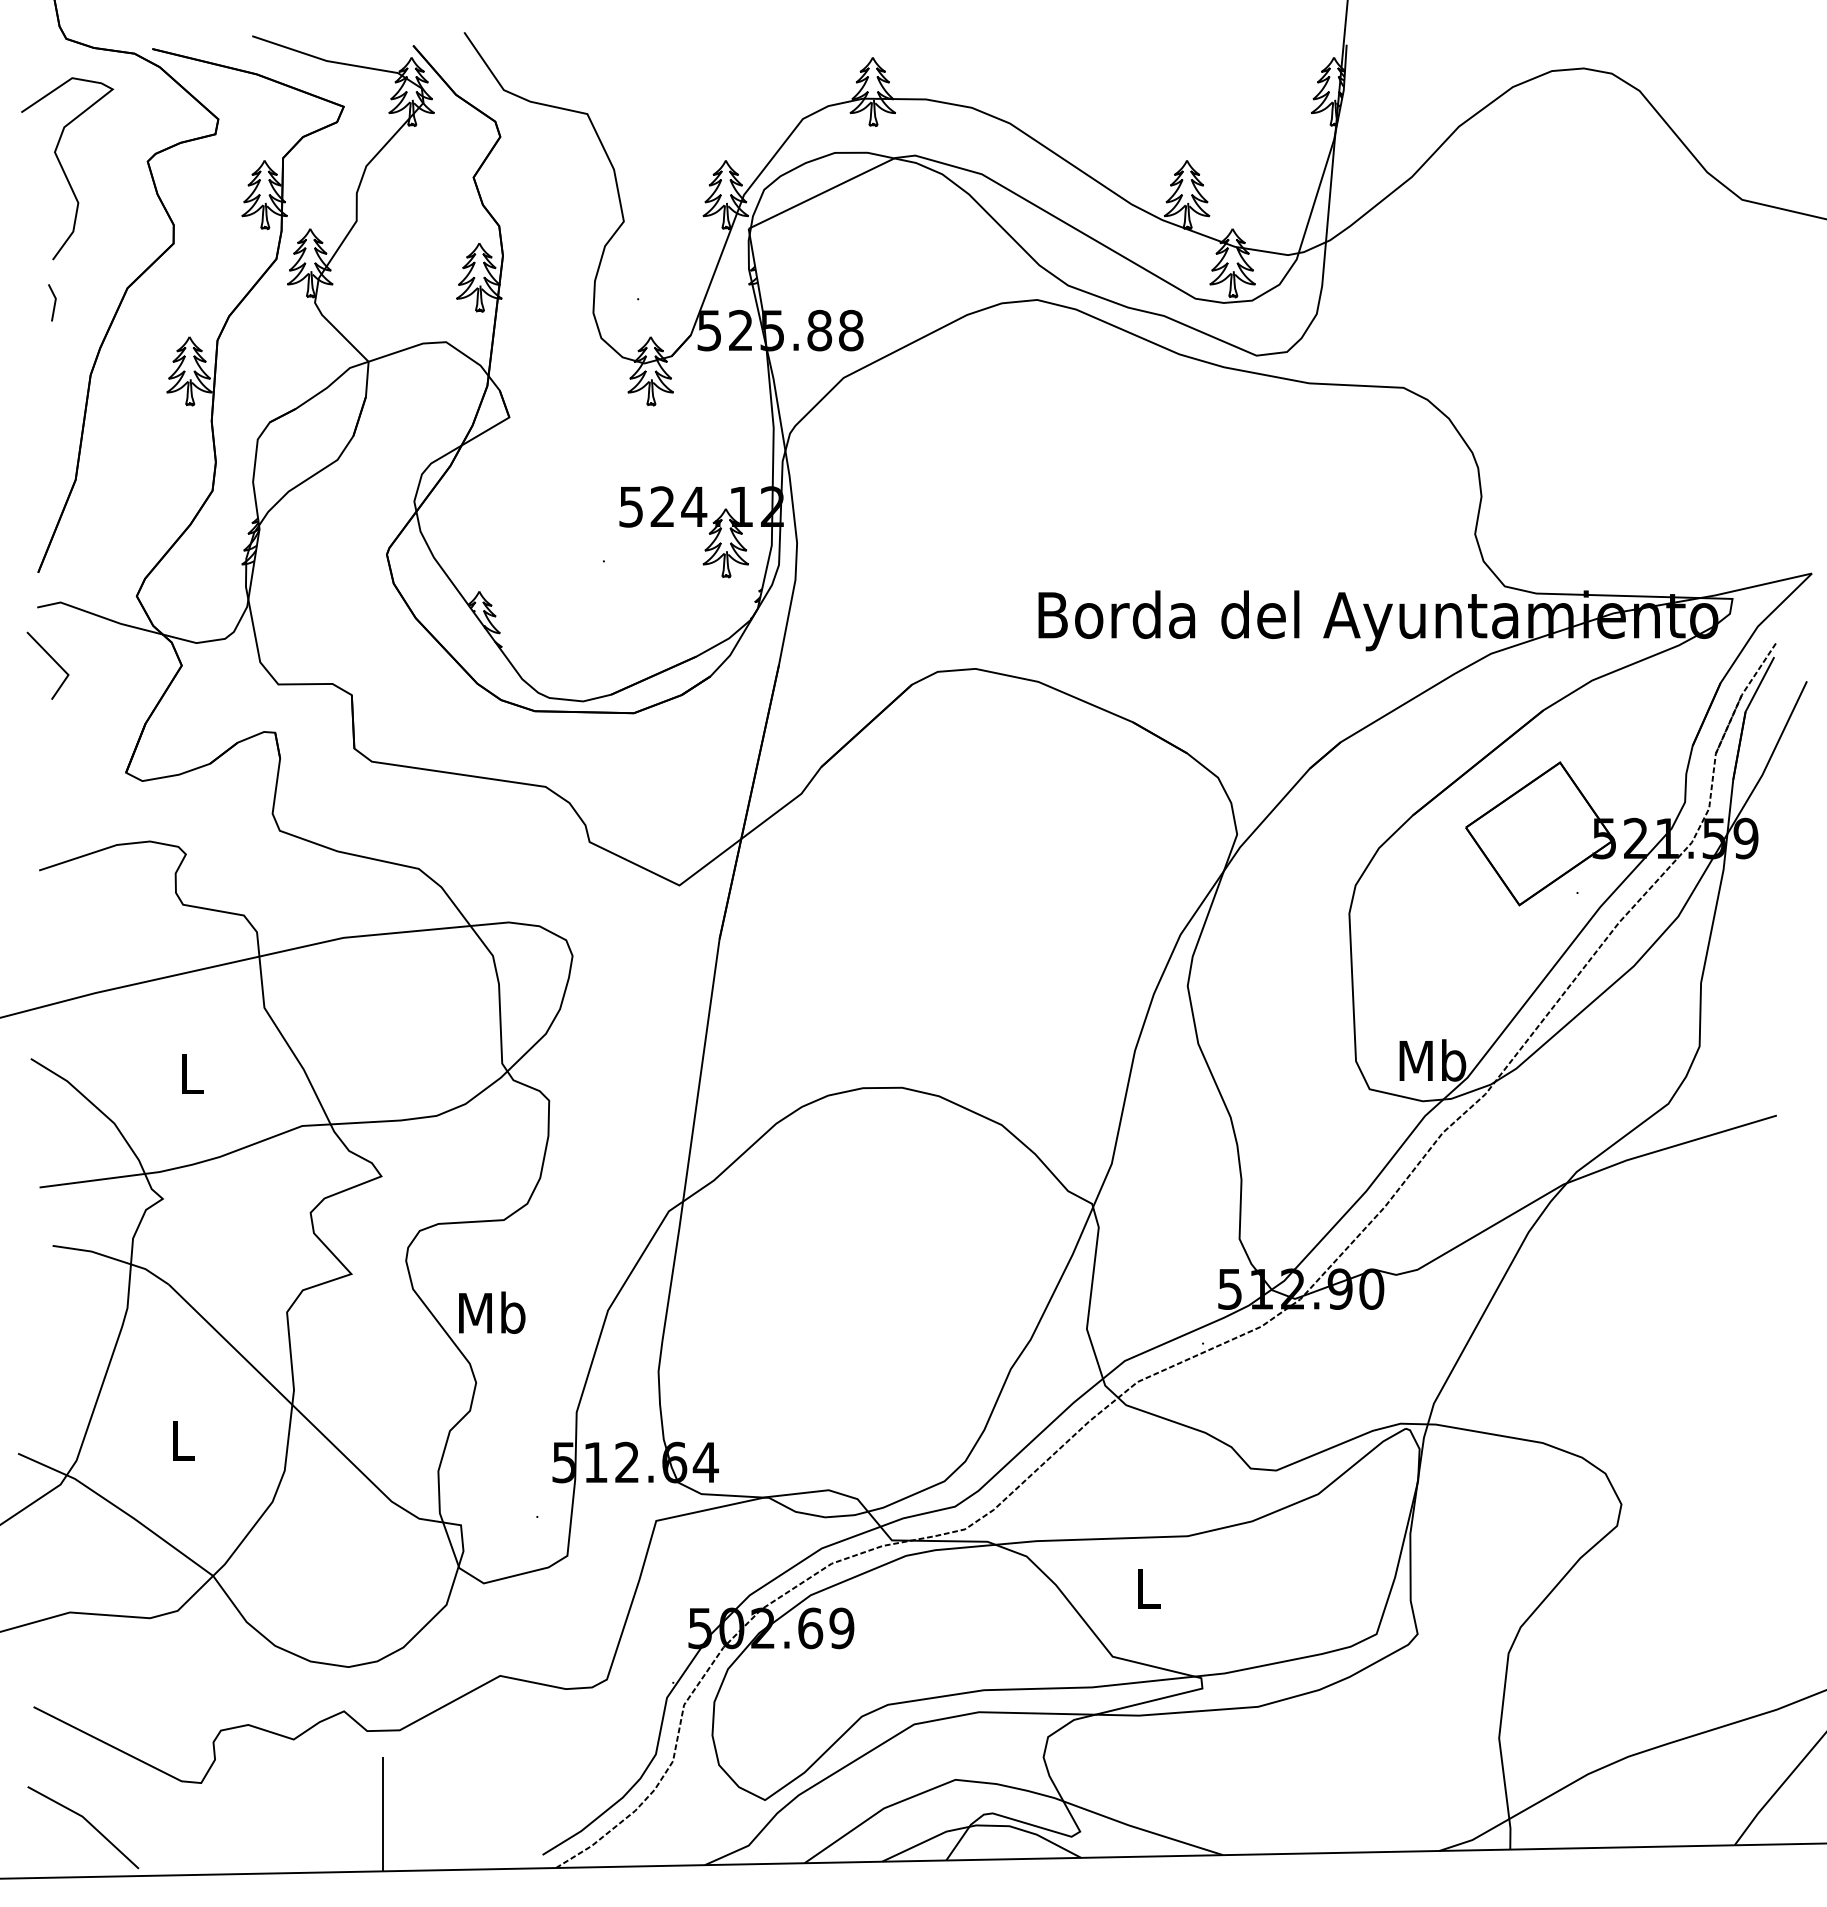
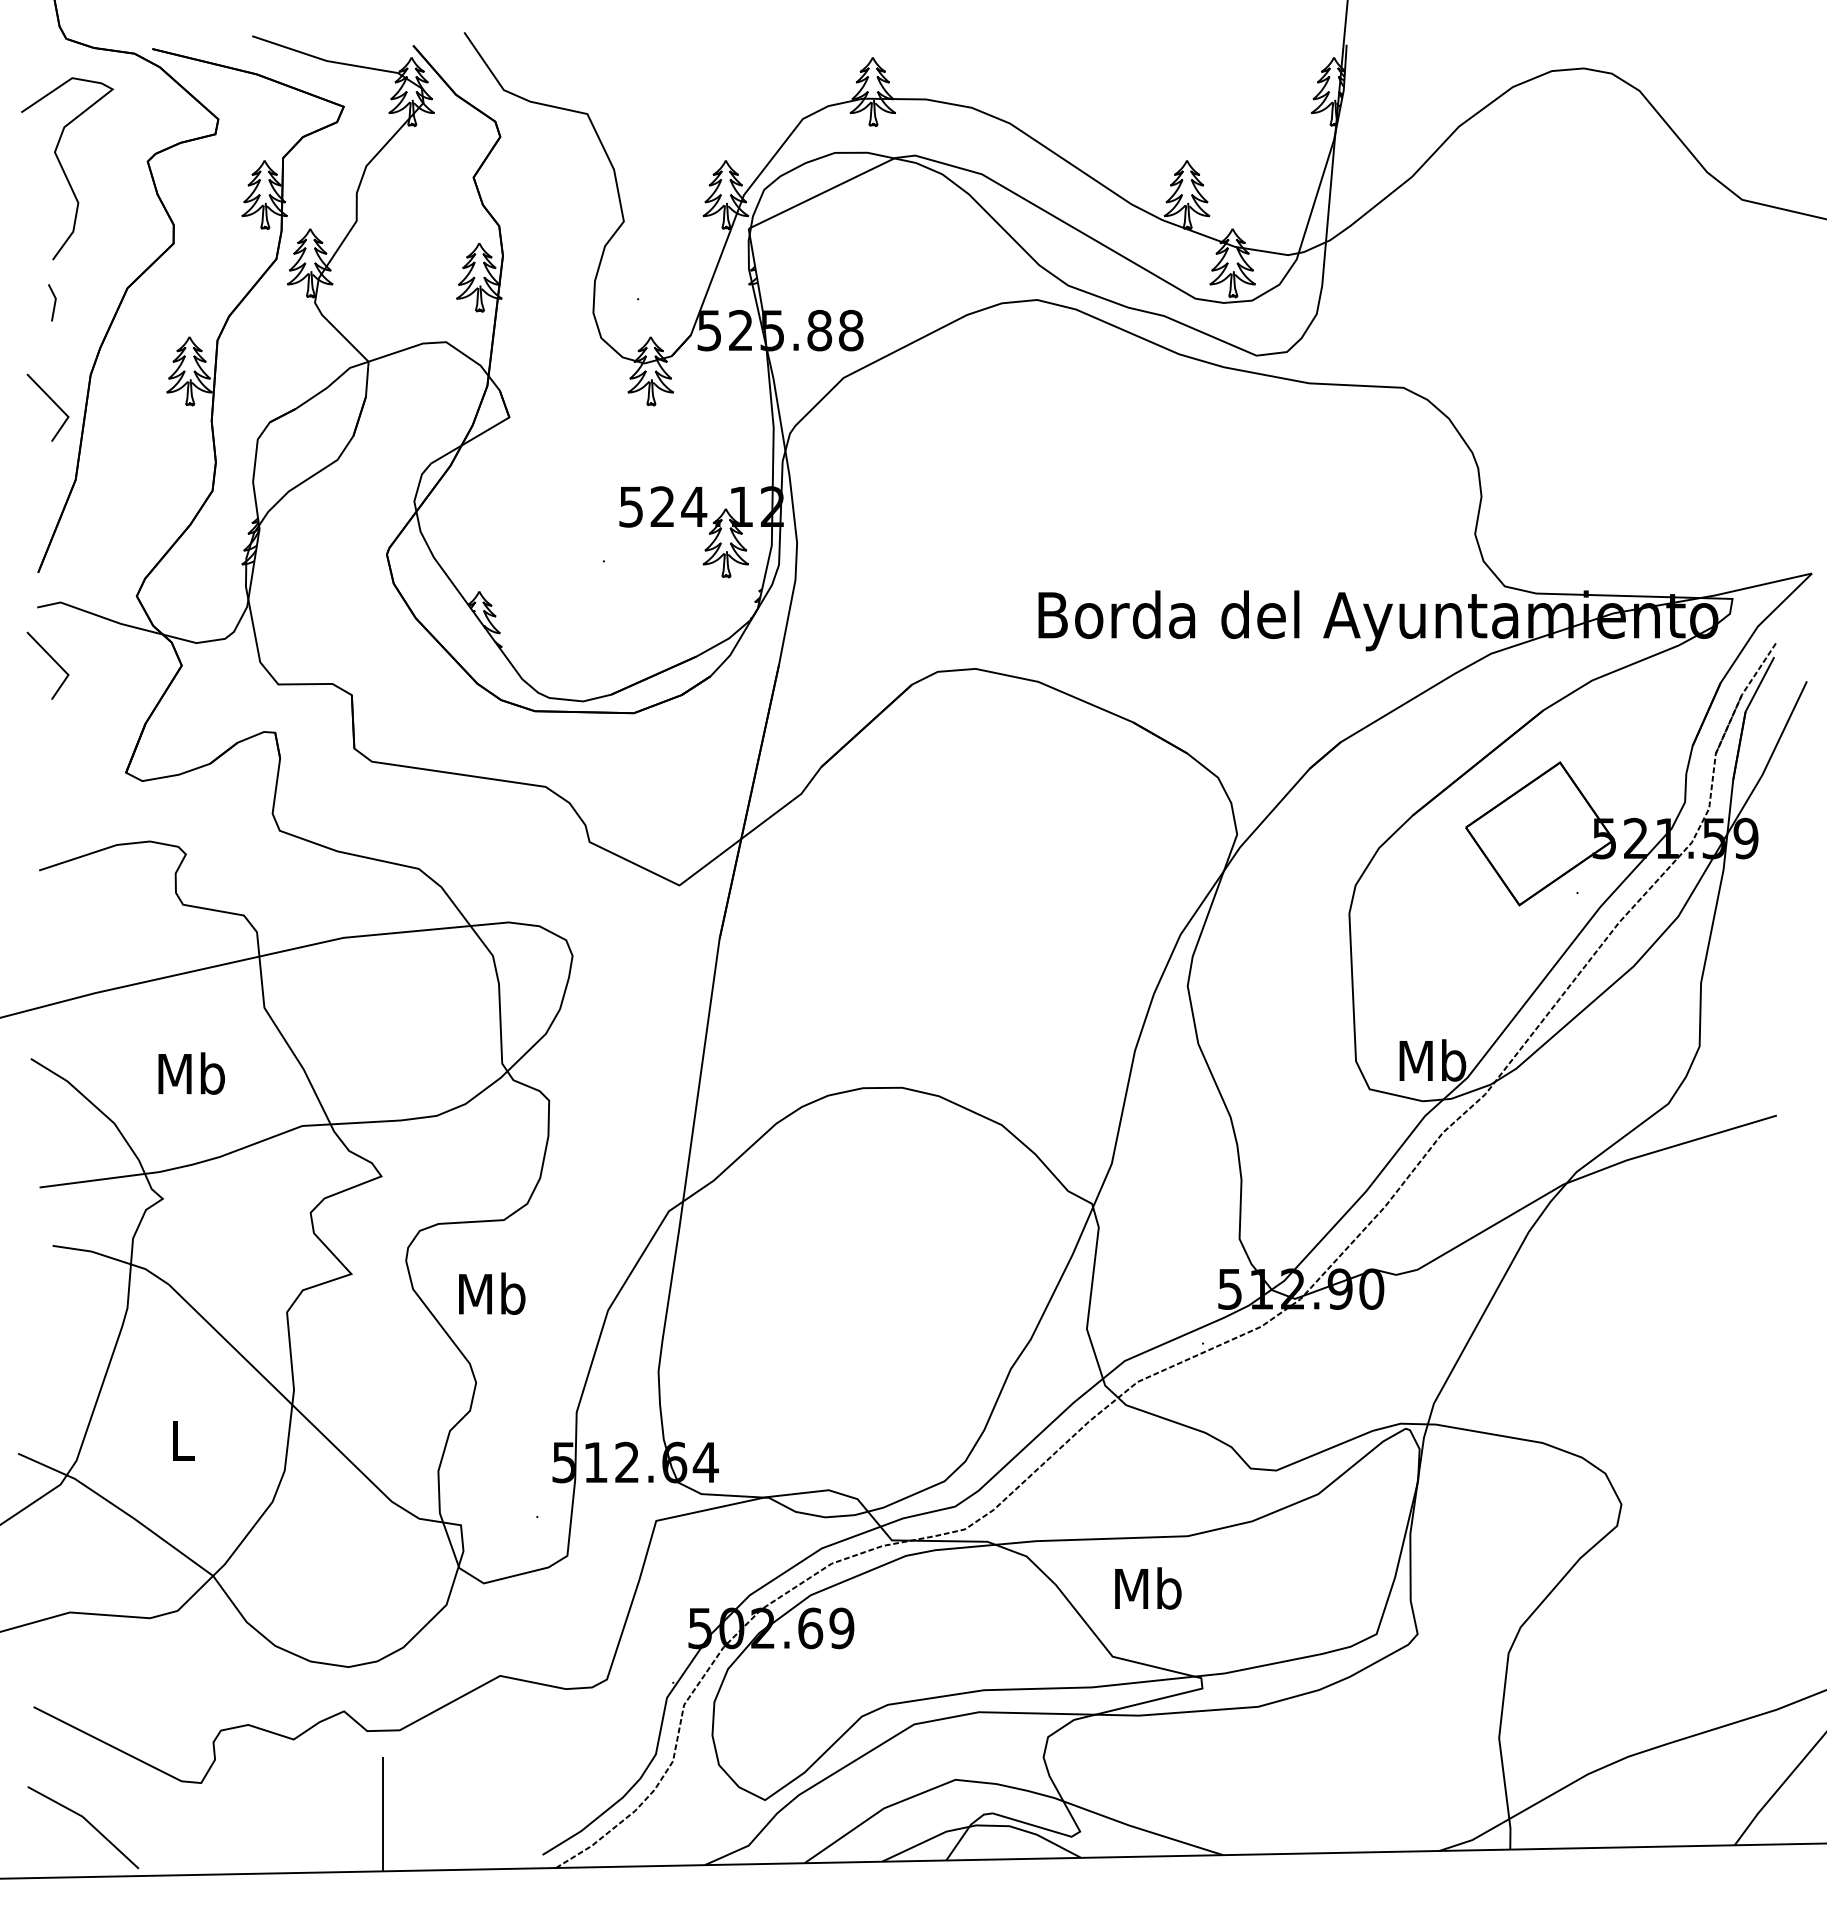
line at (52, 401): none -> present
text at (191, 1073): L -> Mb
text at (492, 1312) position: (492, 1312) -> (492, 1293)
text at (1148, 1588): L -> Mb
